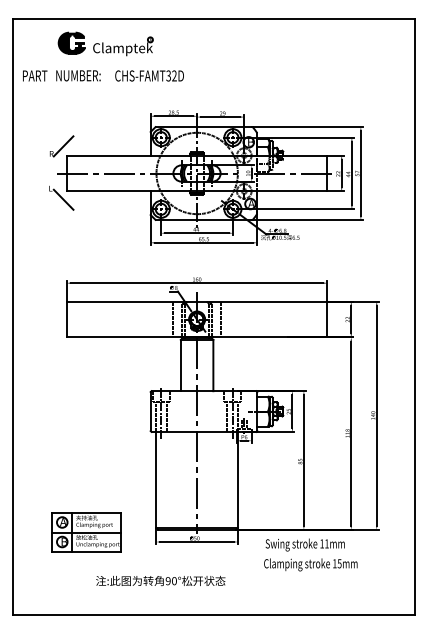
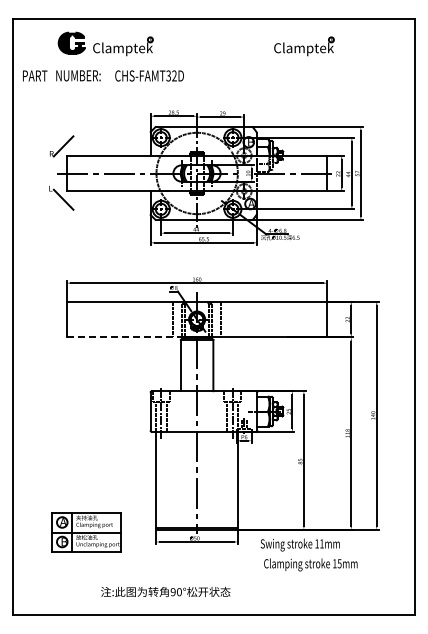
part at (304, 46): none -> present
line at (123, 337): solid -> dashed
text at (304, 544) position: (304, 544) -> (299, 544)
text at (160, 580) position: (160, 580) -> (165, 591)
